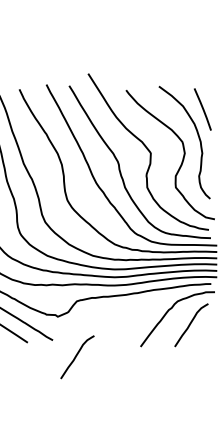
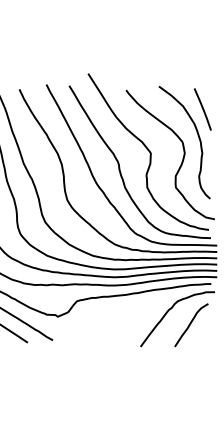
curve at (76, 357): present -> none
